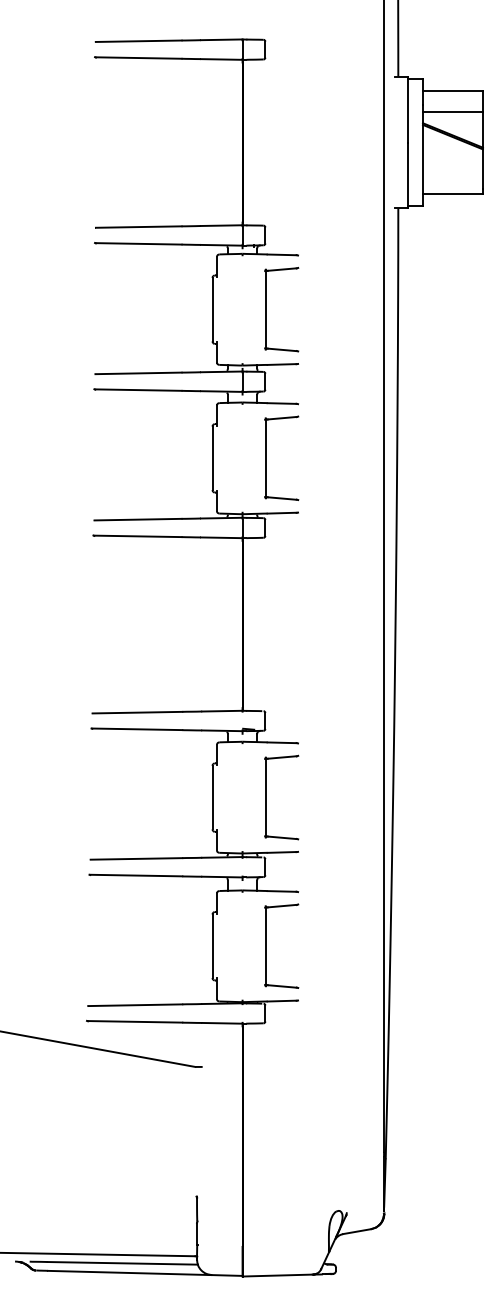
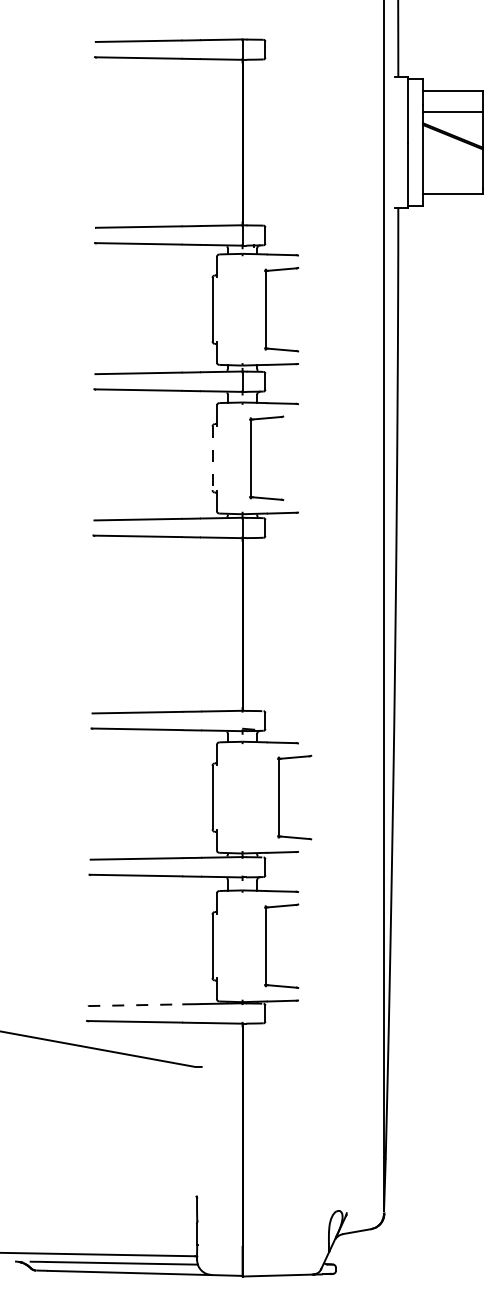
part at (266, 457) position: (266, 457) -> (251, 457)
line at (212, 458): solid -> dashed
part at (266, 797) position: (266, 797) -> (279, 797)
line at (135, 1005): solid -> dashed
